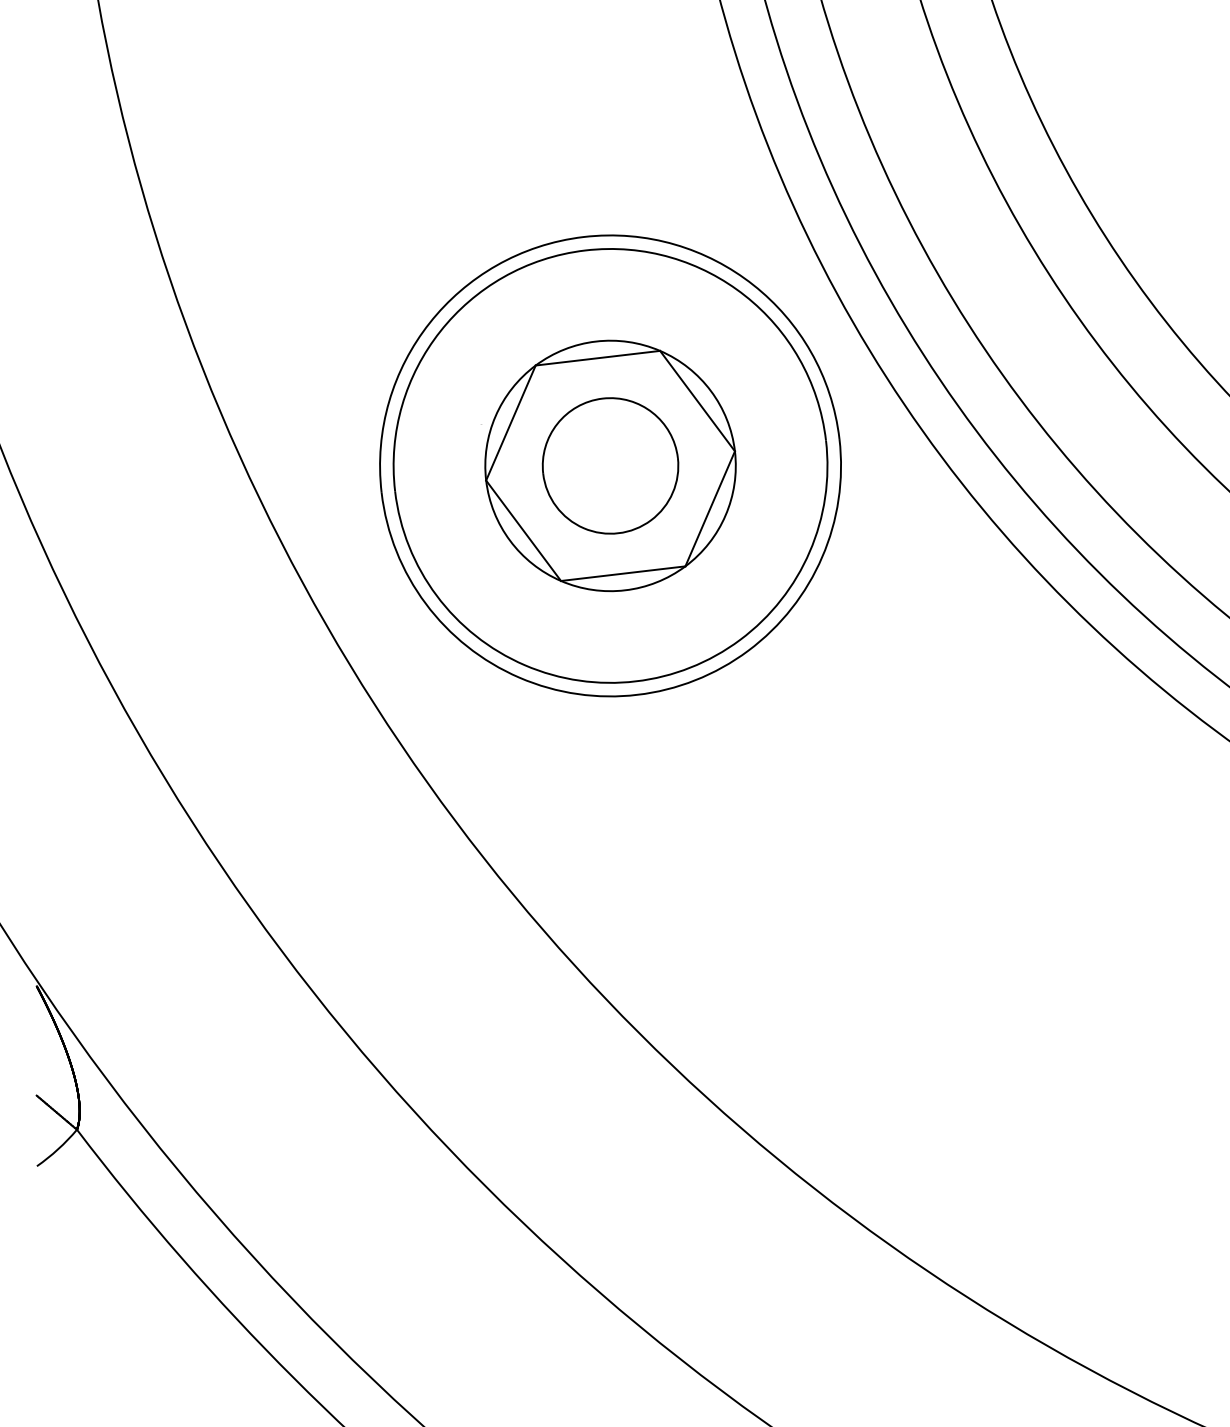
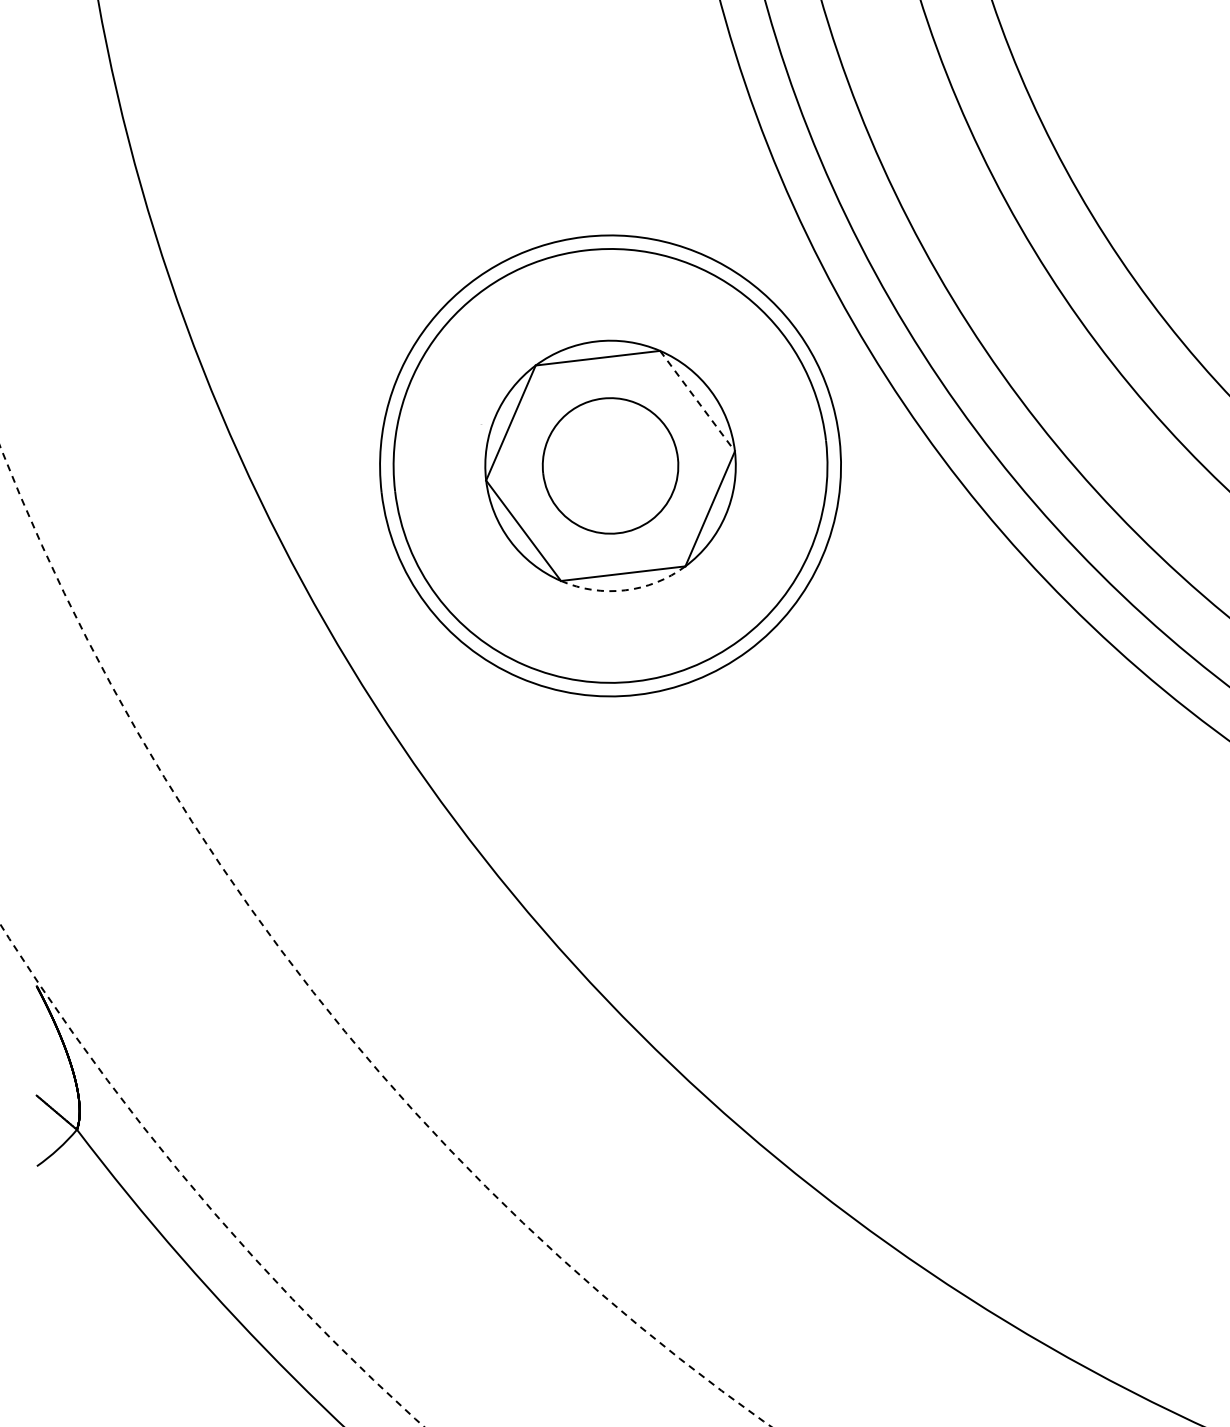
line at (697, 401): solid -> dashed
arc at (625, 590): solid -> dashed
arc at (314, 994): solid -> dashed
arc at (195, 1190): solid -> dashed
